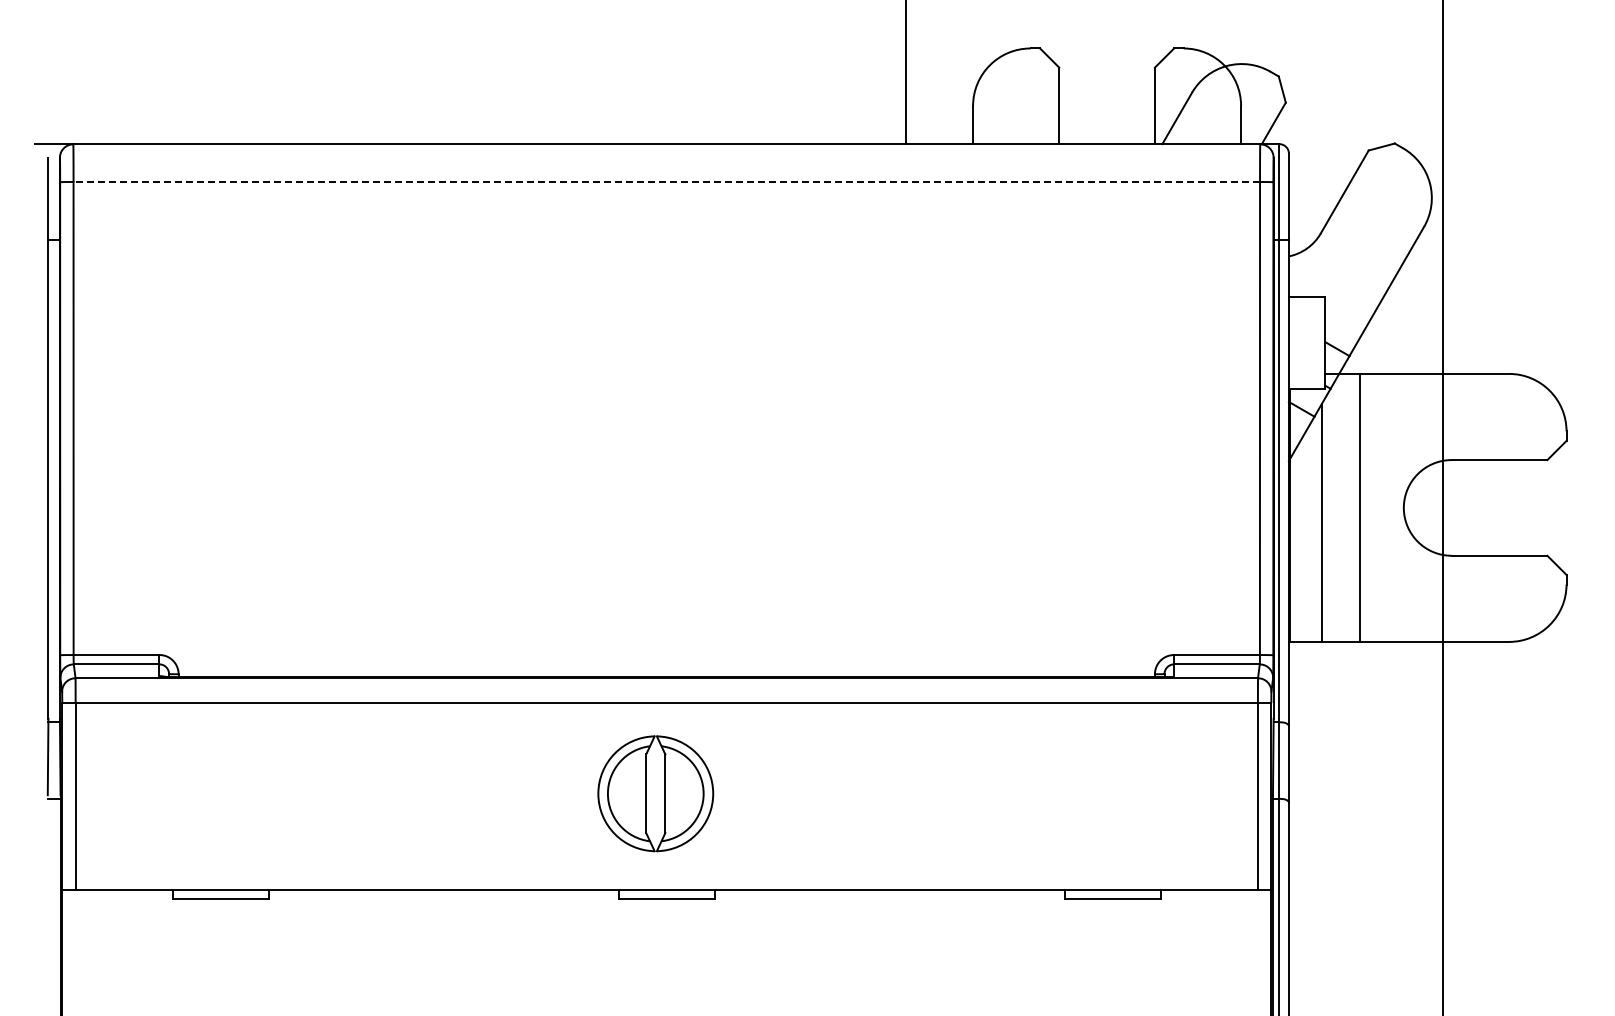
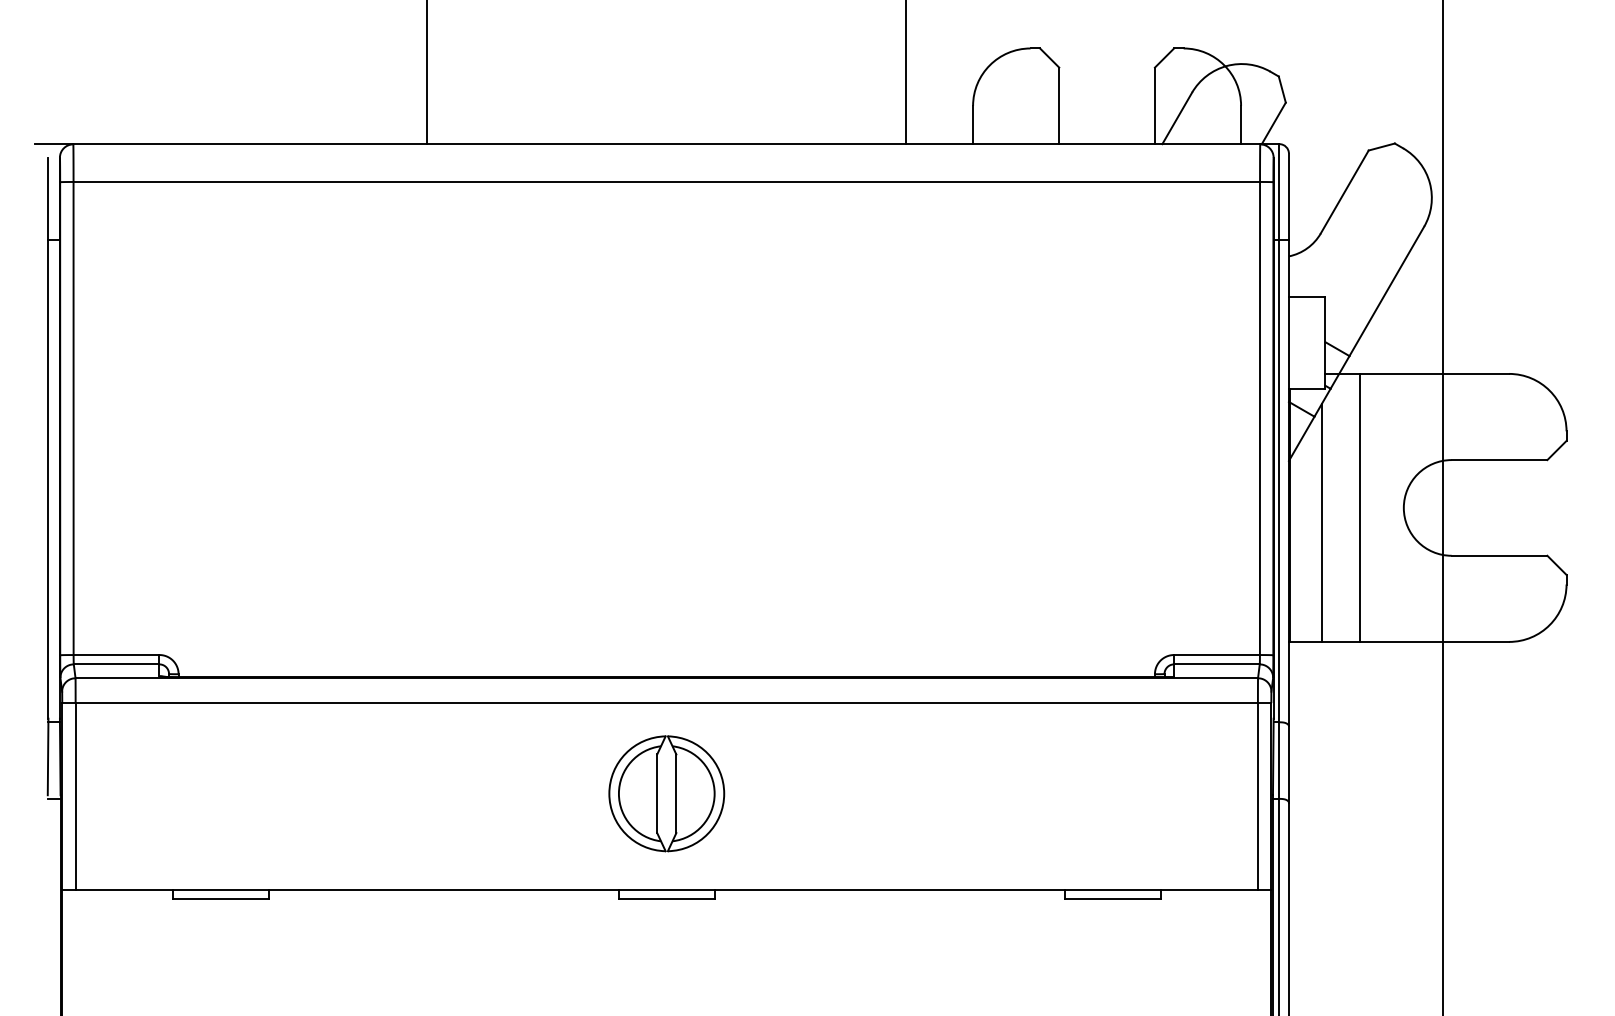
line at (427, 73): none -> present
line at (666, 181): dashed -> solid
part at (655, 793) position: (655, 793) -> (666, 793)
